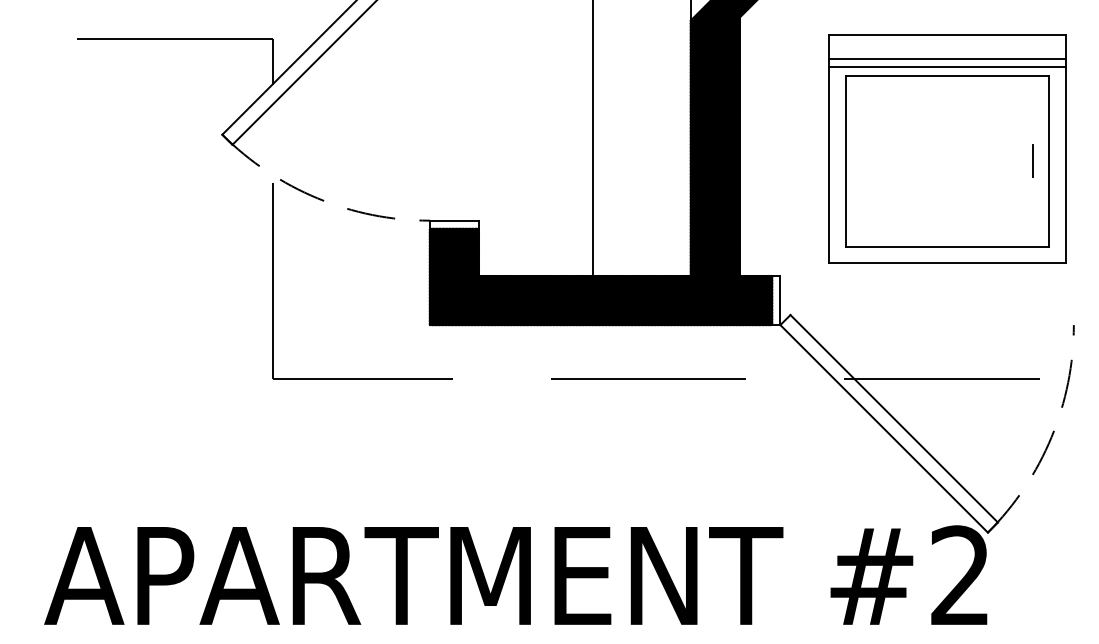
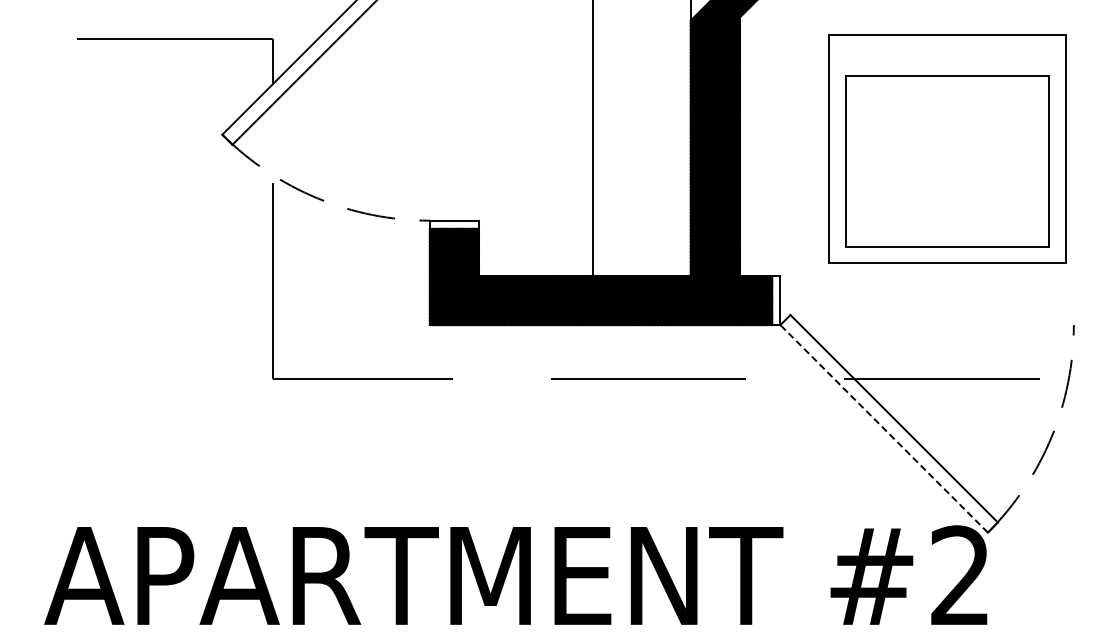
line at (947, 59): present -> none
line at (947, 67): present -> none
line at (1033, 160): present -> none
line at (884, 428): solid -> dashed
